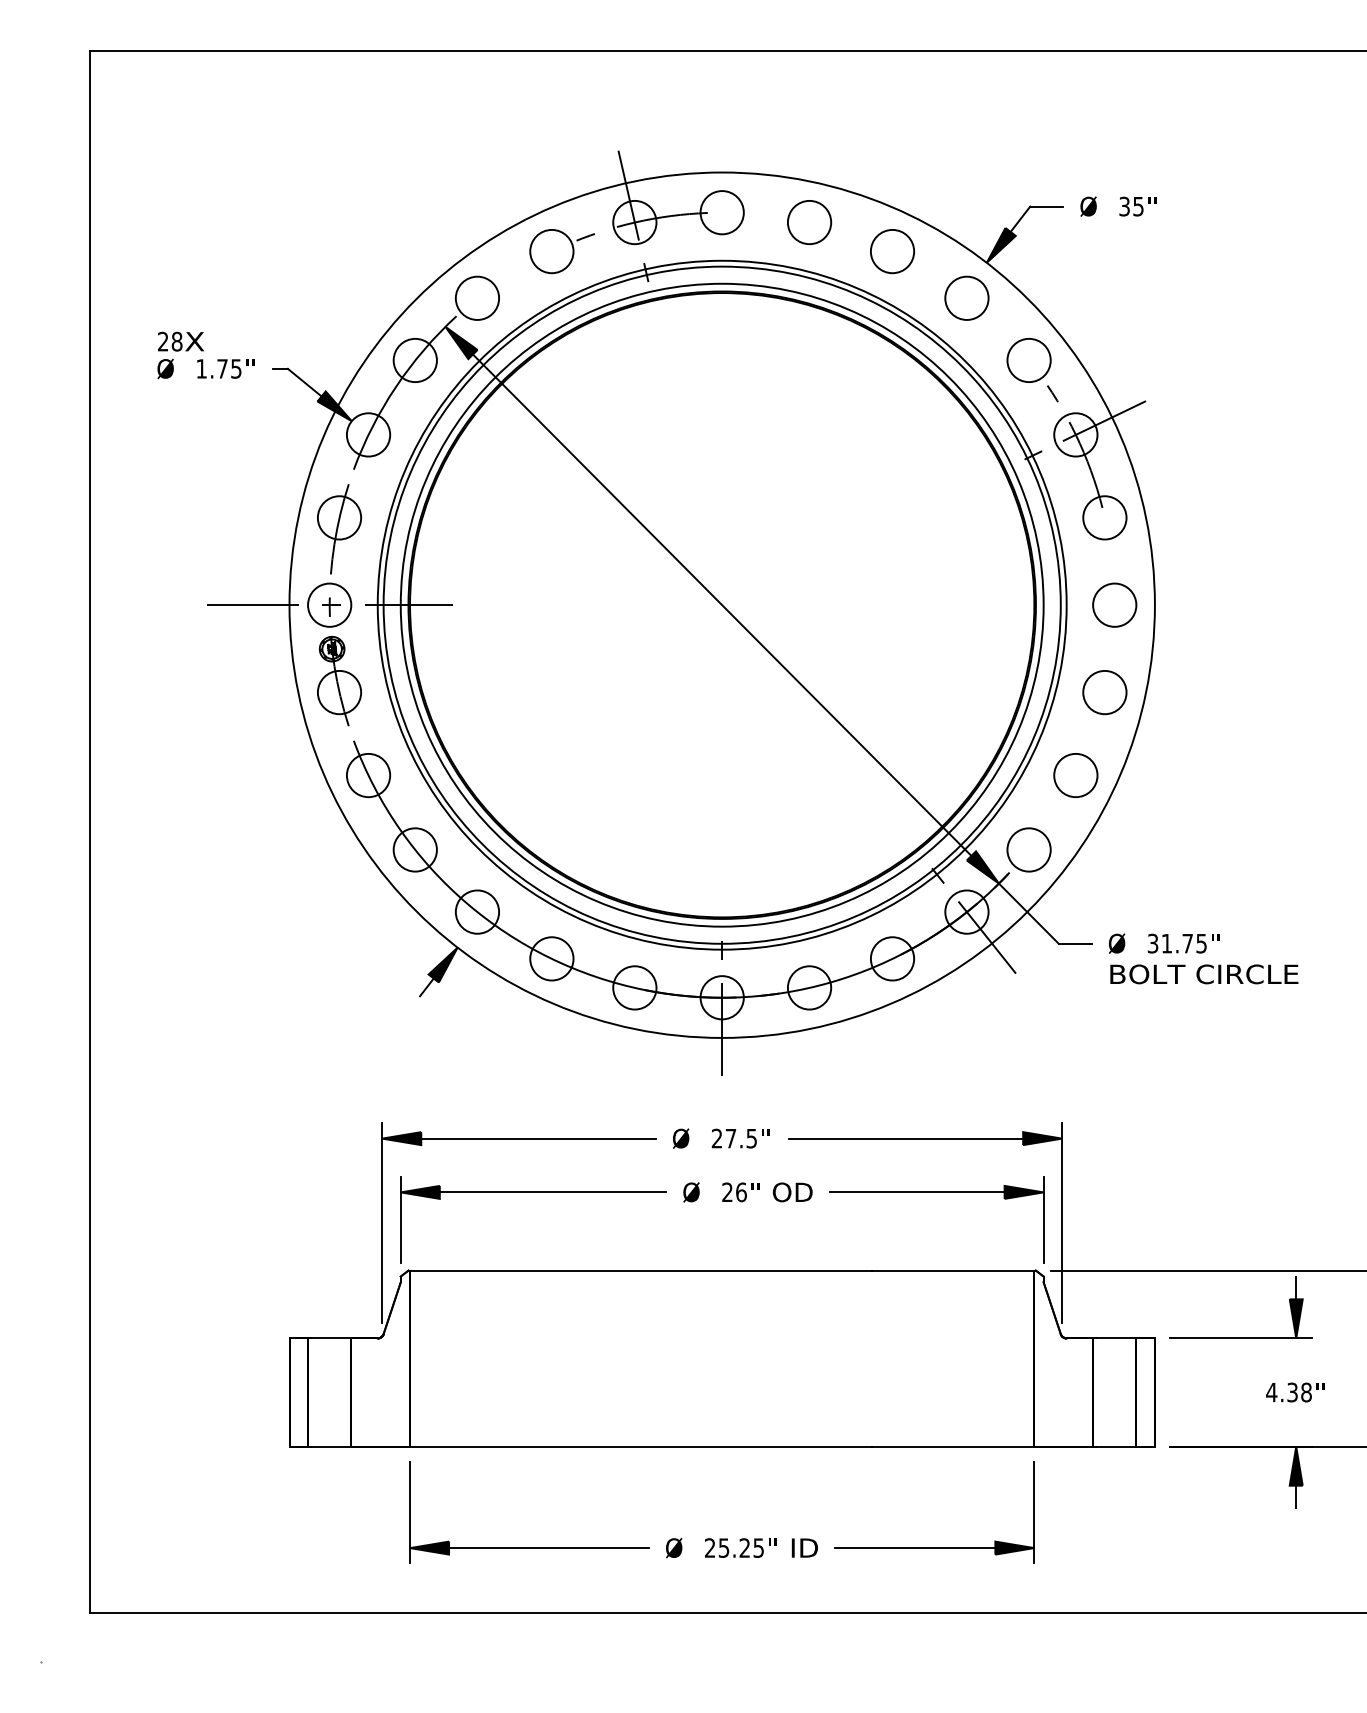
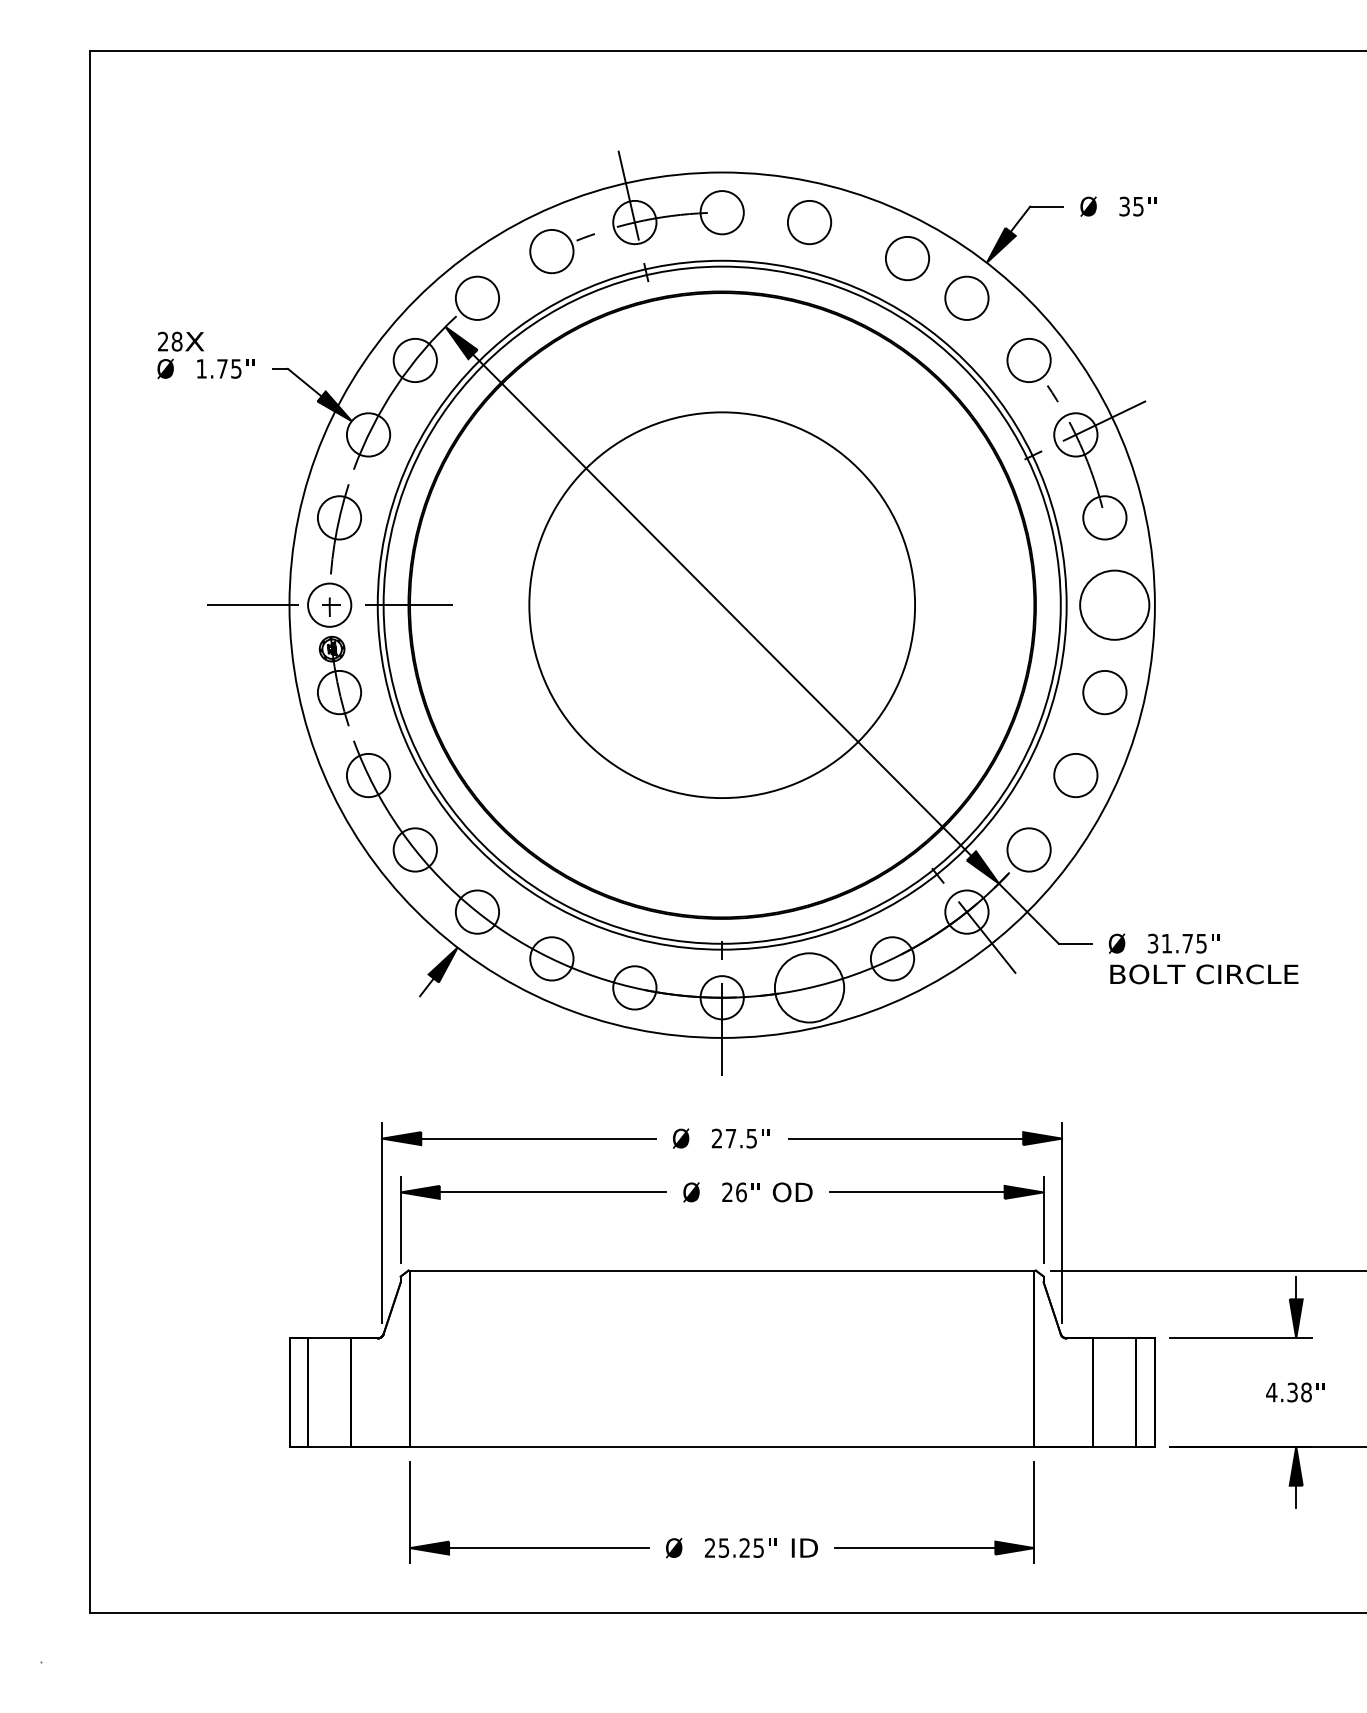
circle at (892, 251) position: (892, 251) -> (907, 258)
circle at (721, 604) diameter: 643 px -> 386 px
circle at (1114, 604) diameter: 43 px -> 69 px
circle at (809, 987) diameter: 43 px -> 69 px
